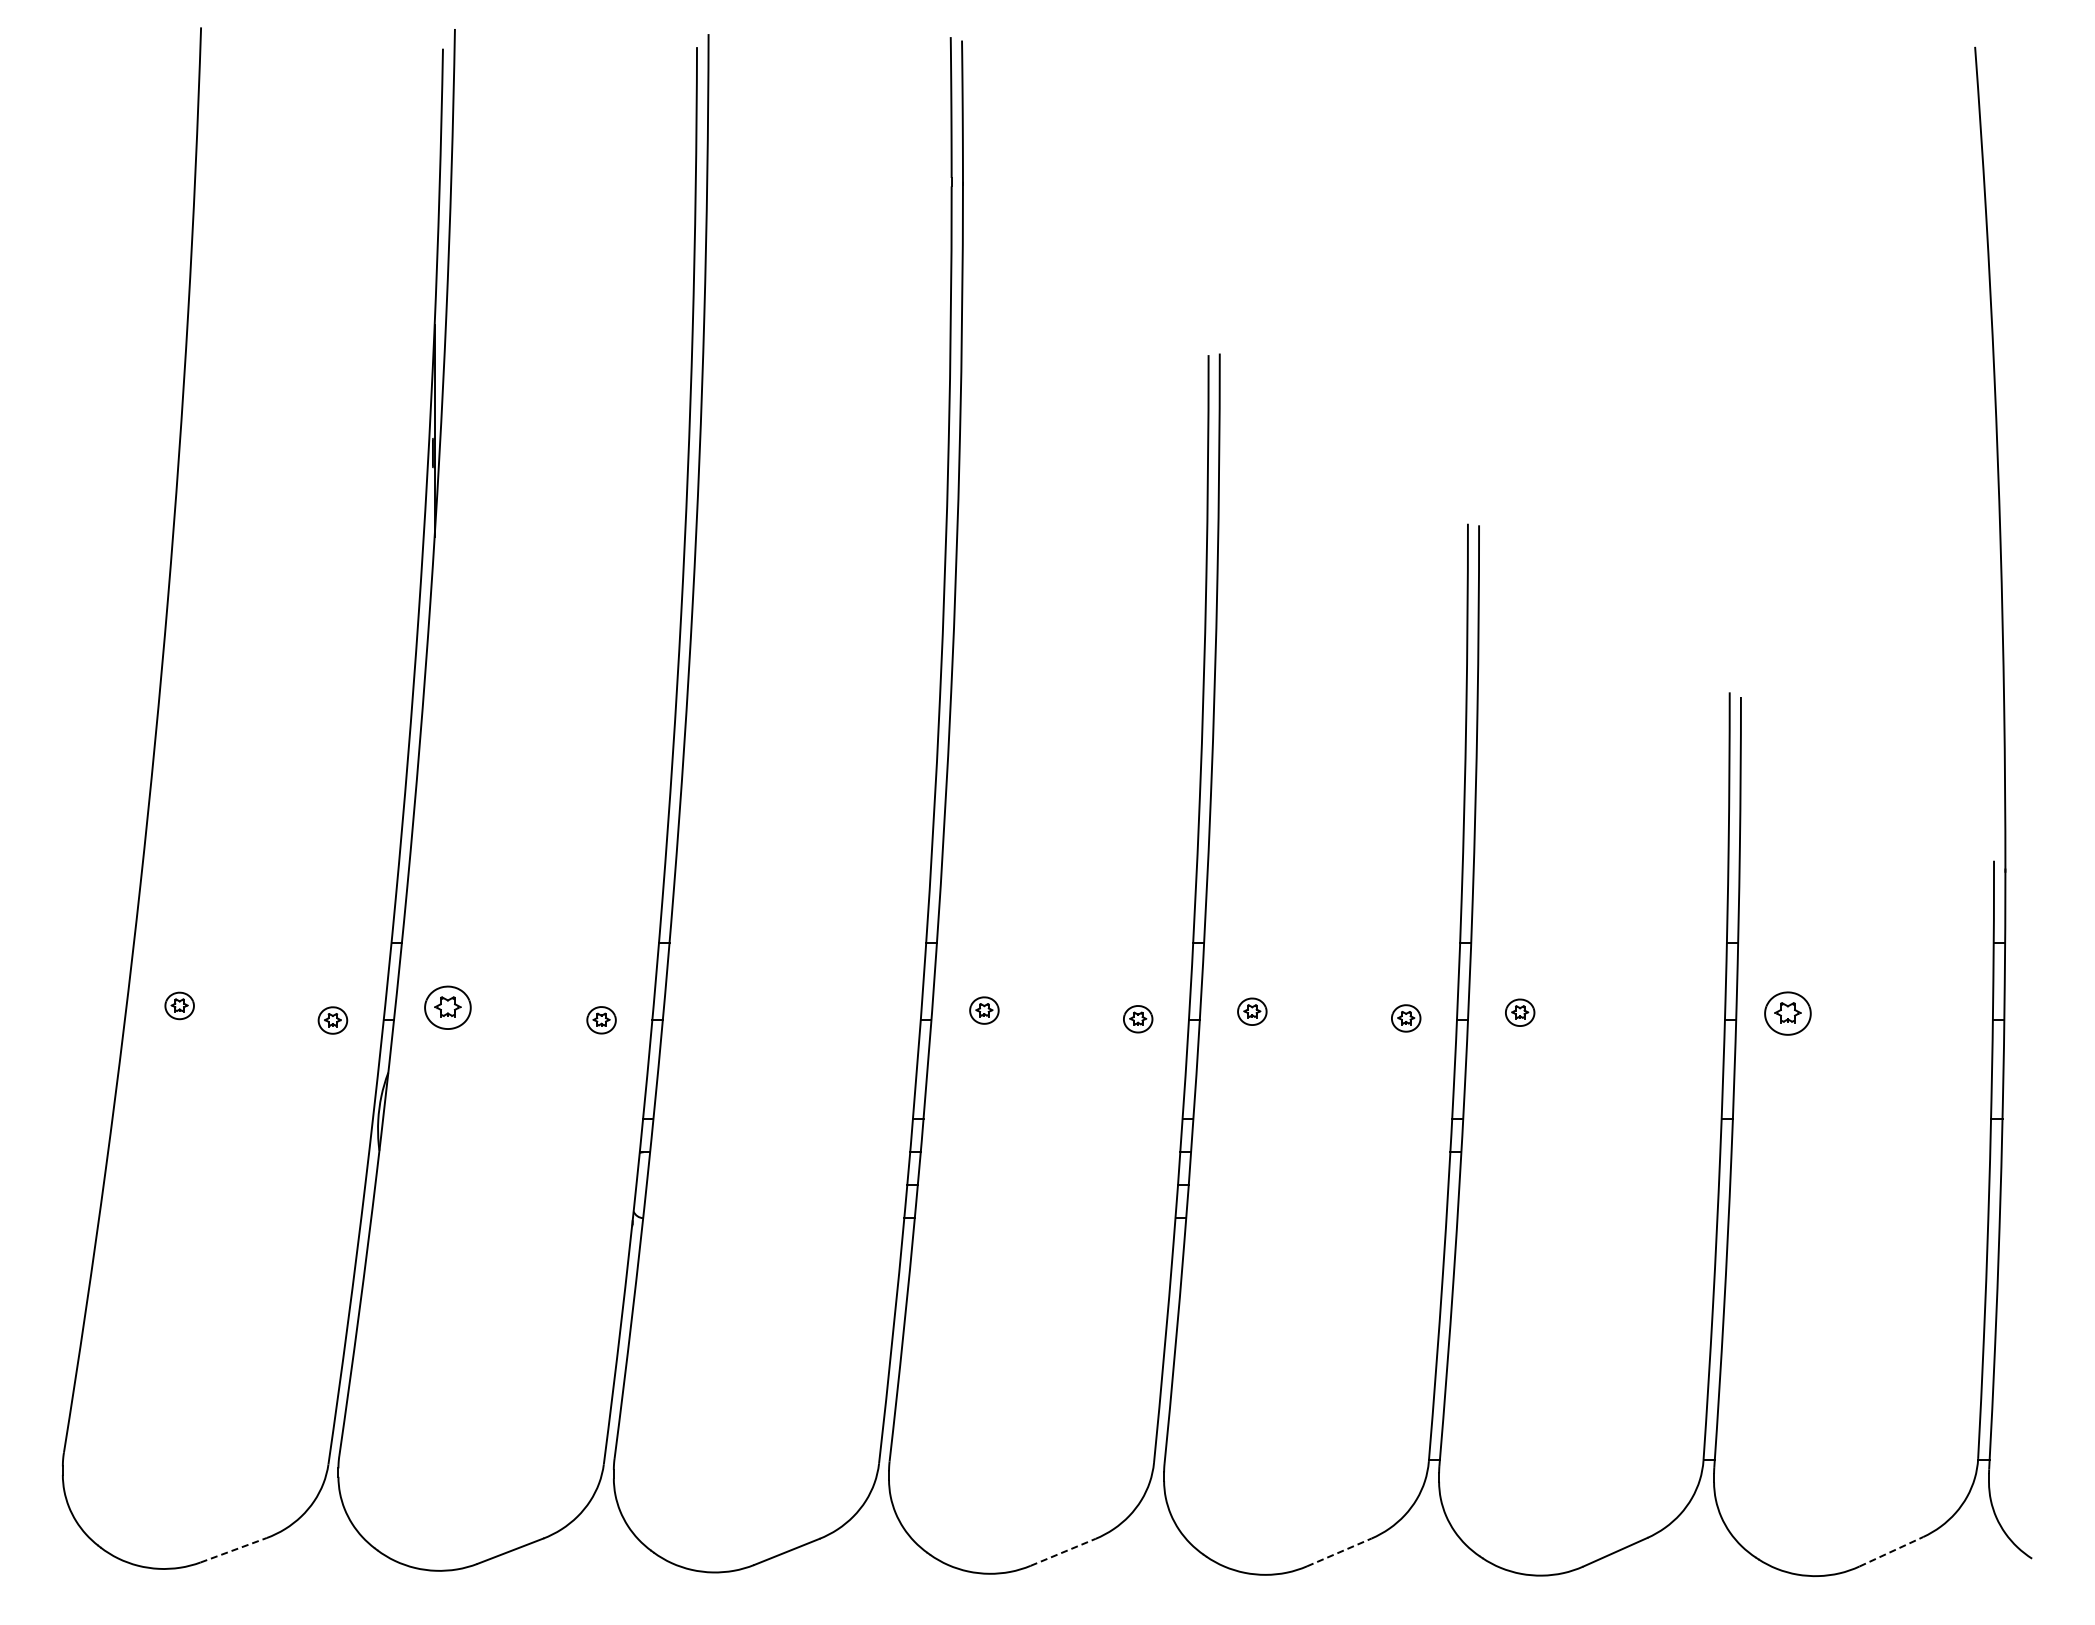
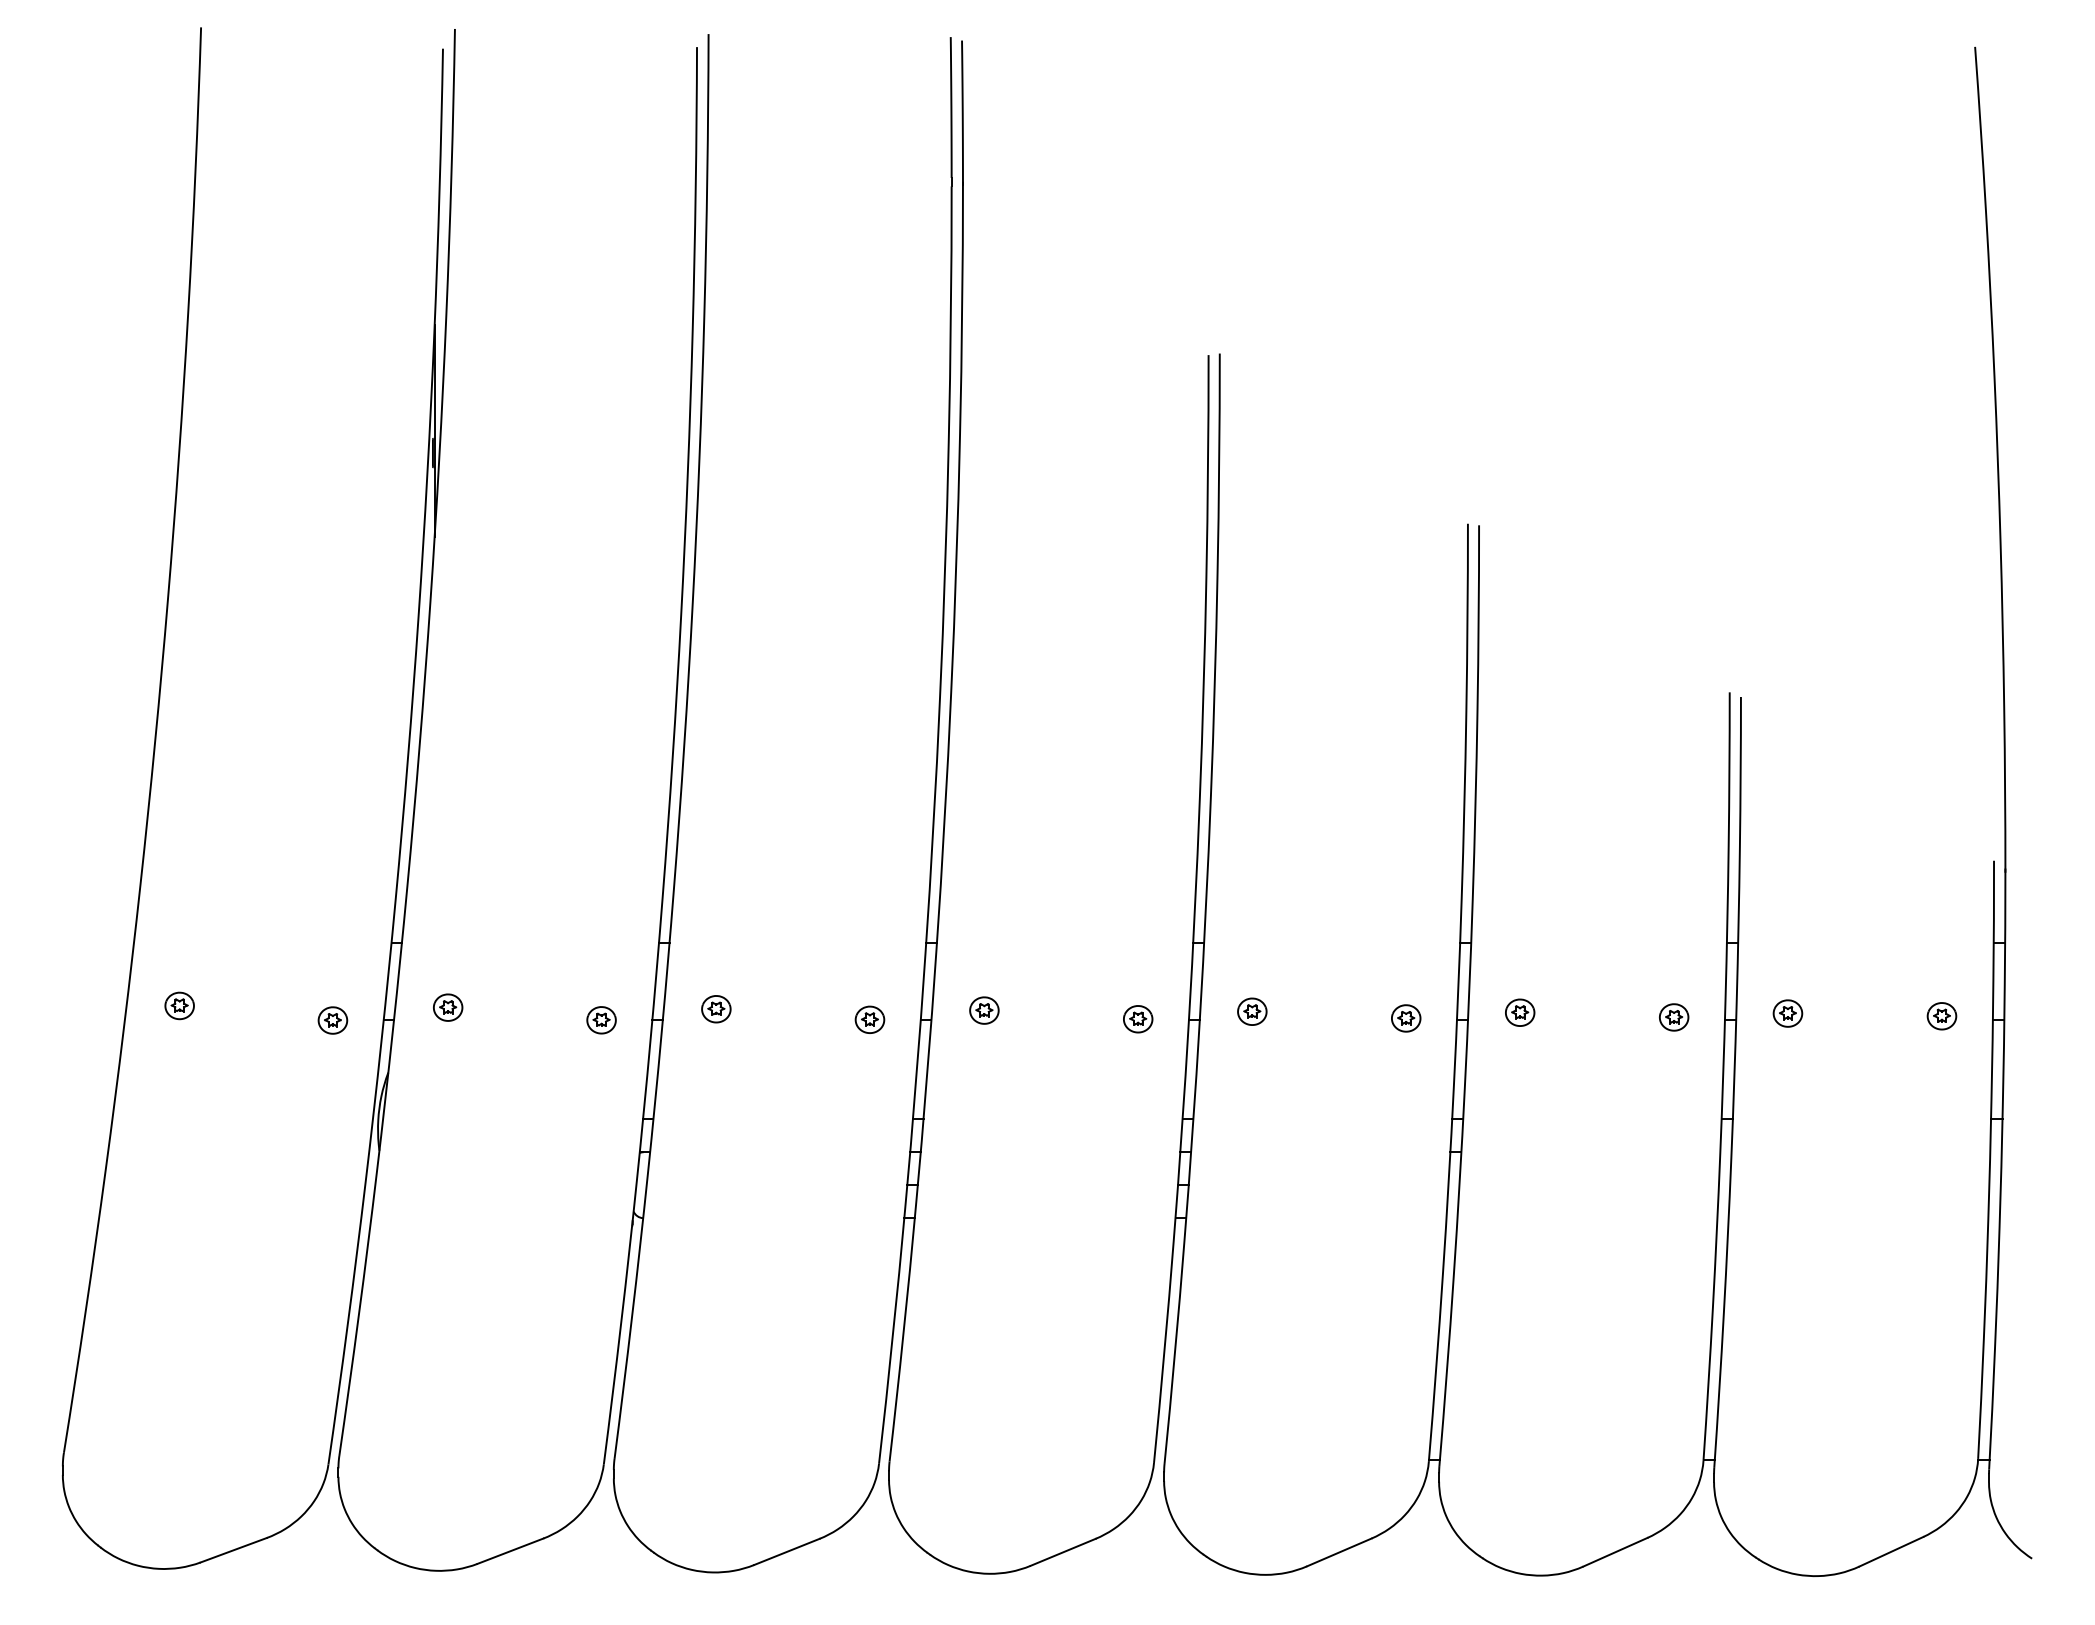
part at (447, 1007) size: 48x45 px -> 31x29 px
part at (716, 1009): none -> present
part at (1787, 1013) size: 48x45 px -> 32x29 px
part at (1941, 1016): none -> present
part at (1674, 1017): none -> present
part at (869, 1019): none -> present
line at (234, 1550): dashed -> solid
line at (1891, 1551): dashed -> solid
line at (1063, 1552): dashed -> solid
line at (1339, 1552): dashed -> solid
